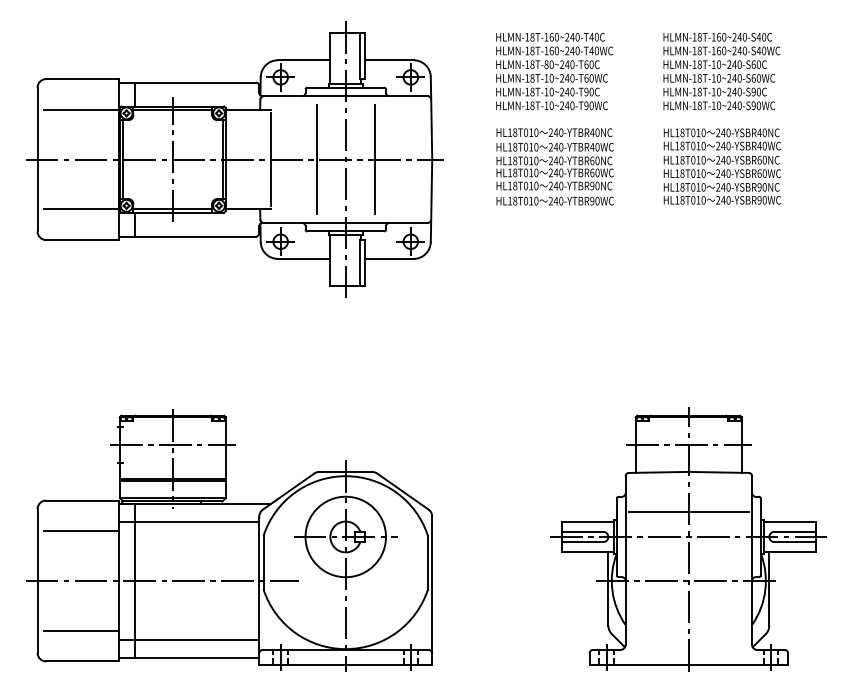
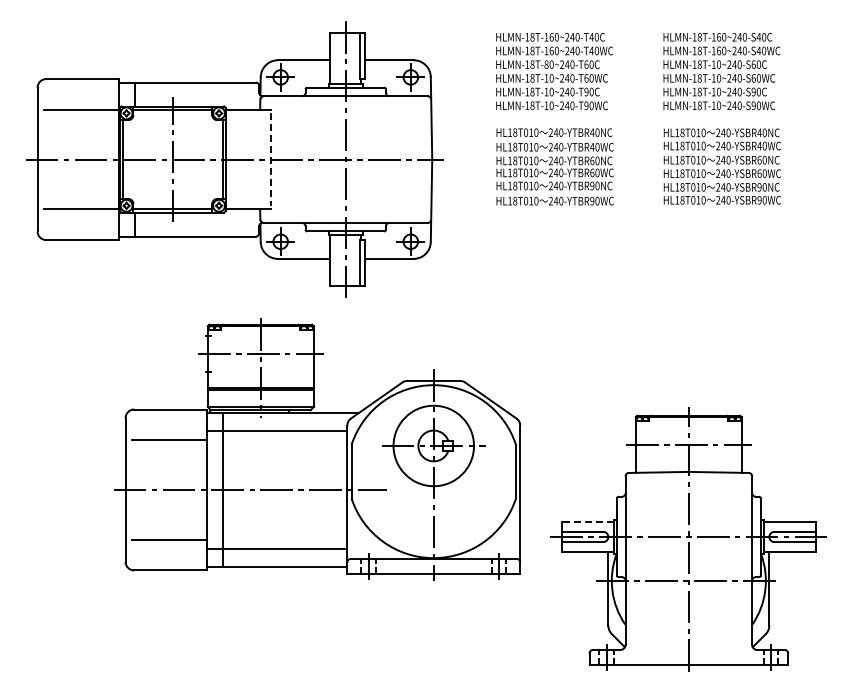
line at (316, 159): present -> none
line at (374, 159): present -> none
line at (271, 160): solid -> dashed
line at (688, 512): present -> none
line at (587, 521): solid -> dashed
part at (229, 540) position: (229, 540) -> (317, 449)
